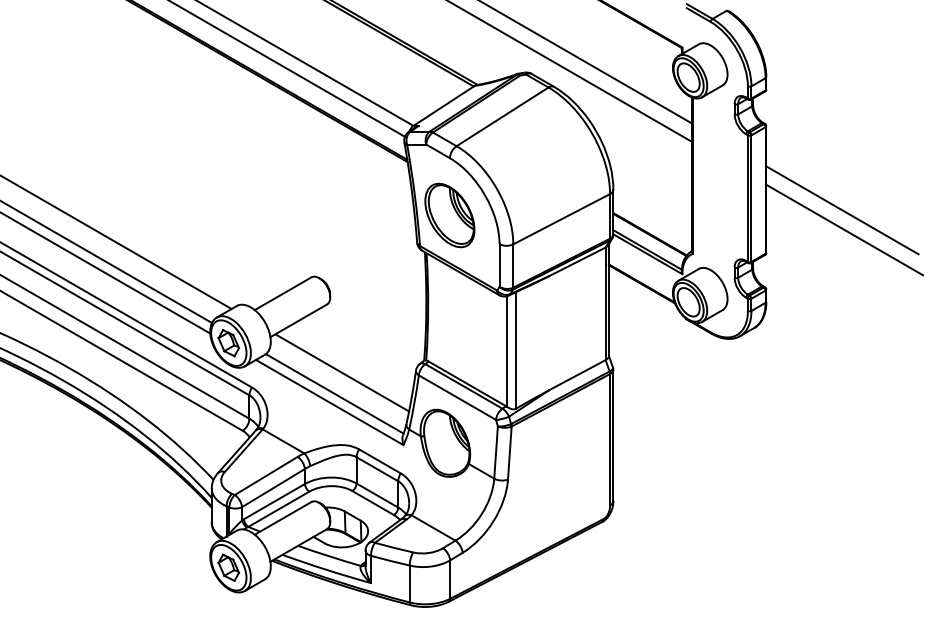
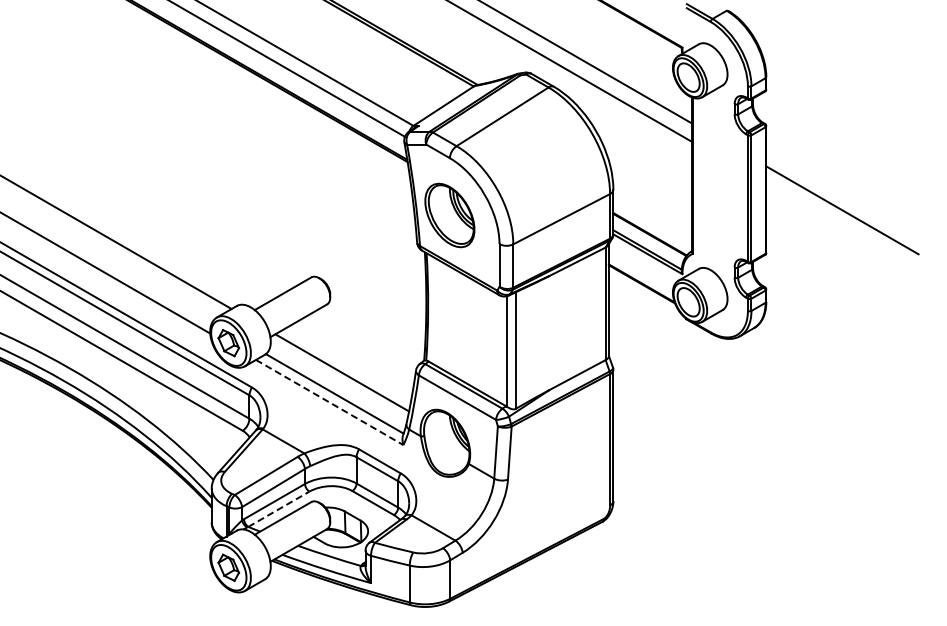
line at (844, 229): present -> none
line at (107, 262): present -> none
line at (330, 402): solid -> dashed
line at (279, 509): solid -> dashed
